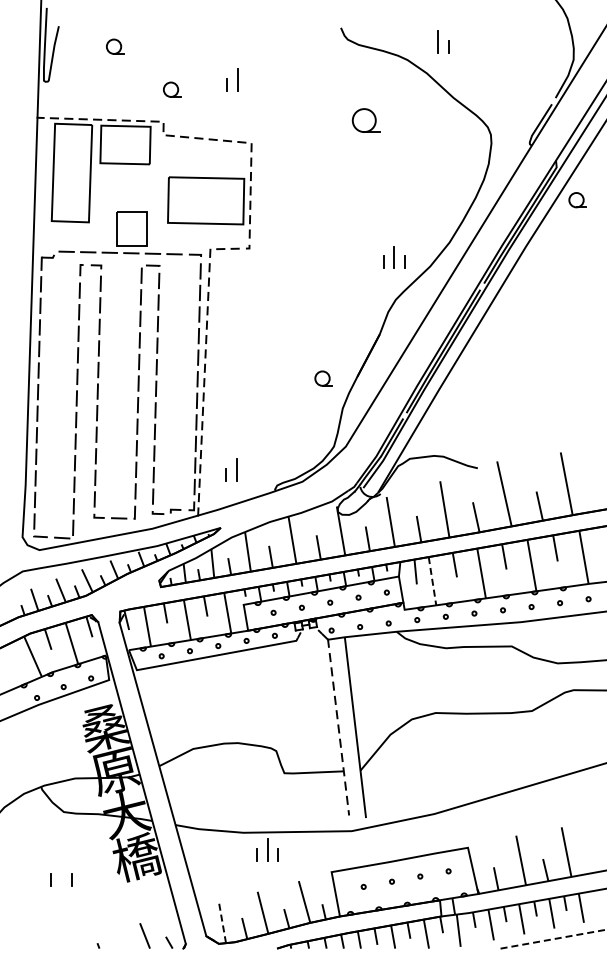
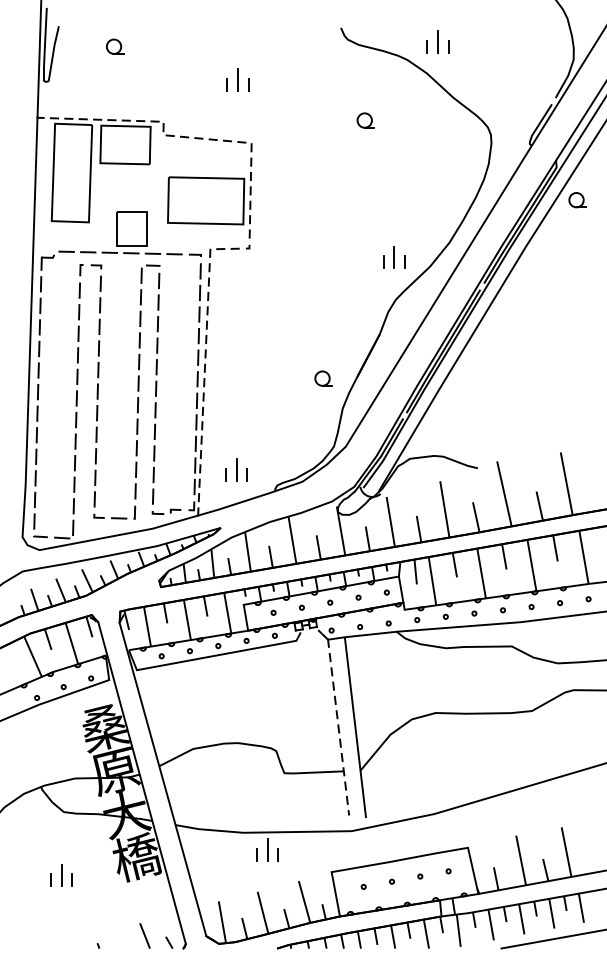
line at (426, 46): none -> present
line at (248, 84): none -> present
part at (172, 89): present -> none
part at (365, 120) size: 30x25 px -> 19x17 px
line at (246, 474): none -> present
line at (432, 581): dashed -> solid
line at (61, 875): none -> present
line at (222, 921): dashed -> solid
line at (553, 939): dashed -> solid
